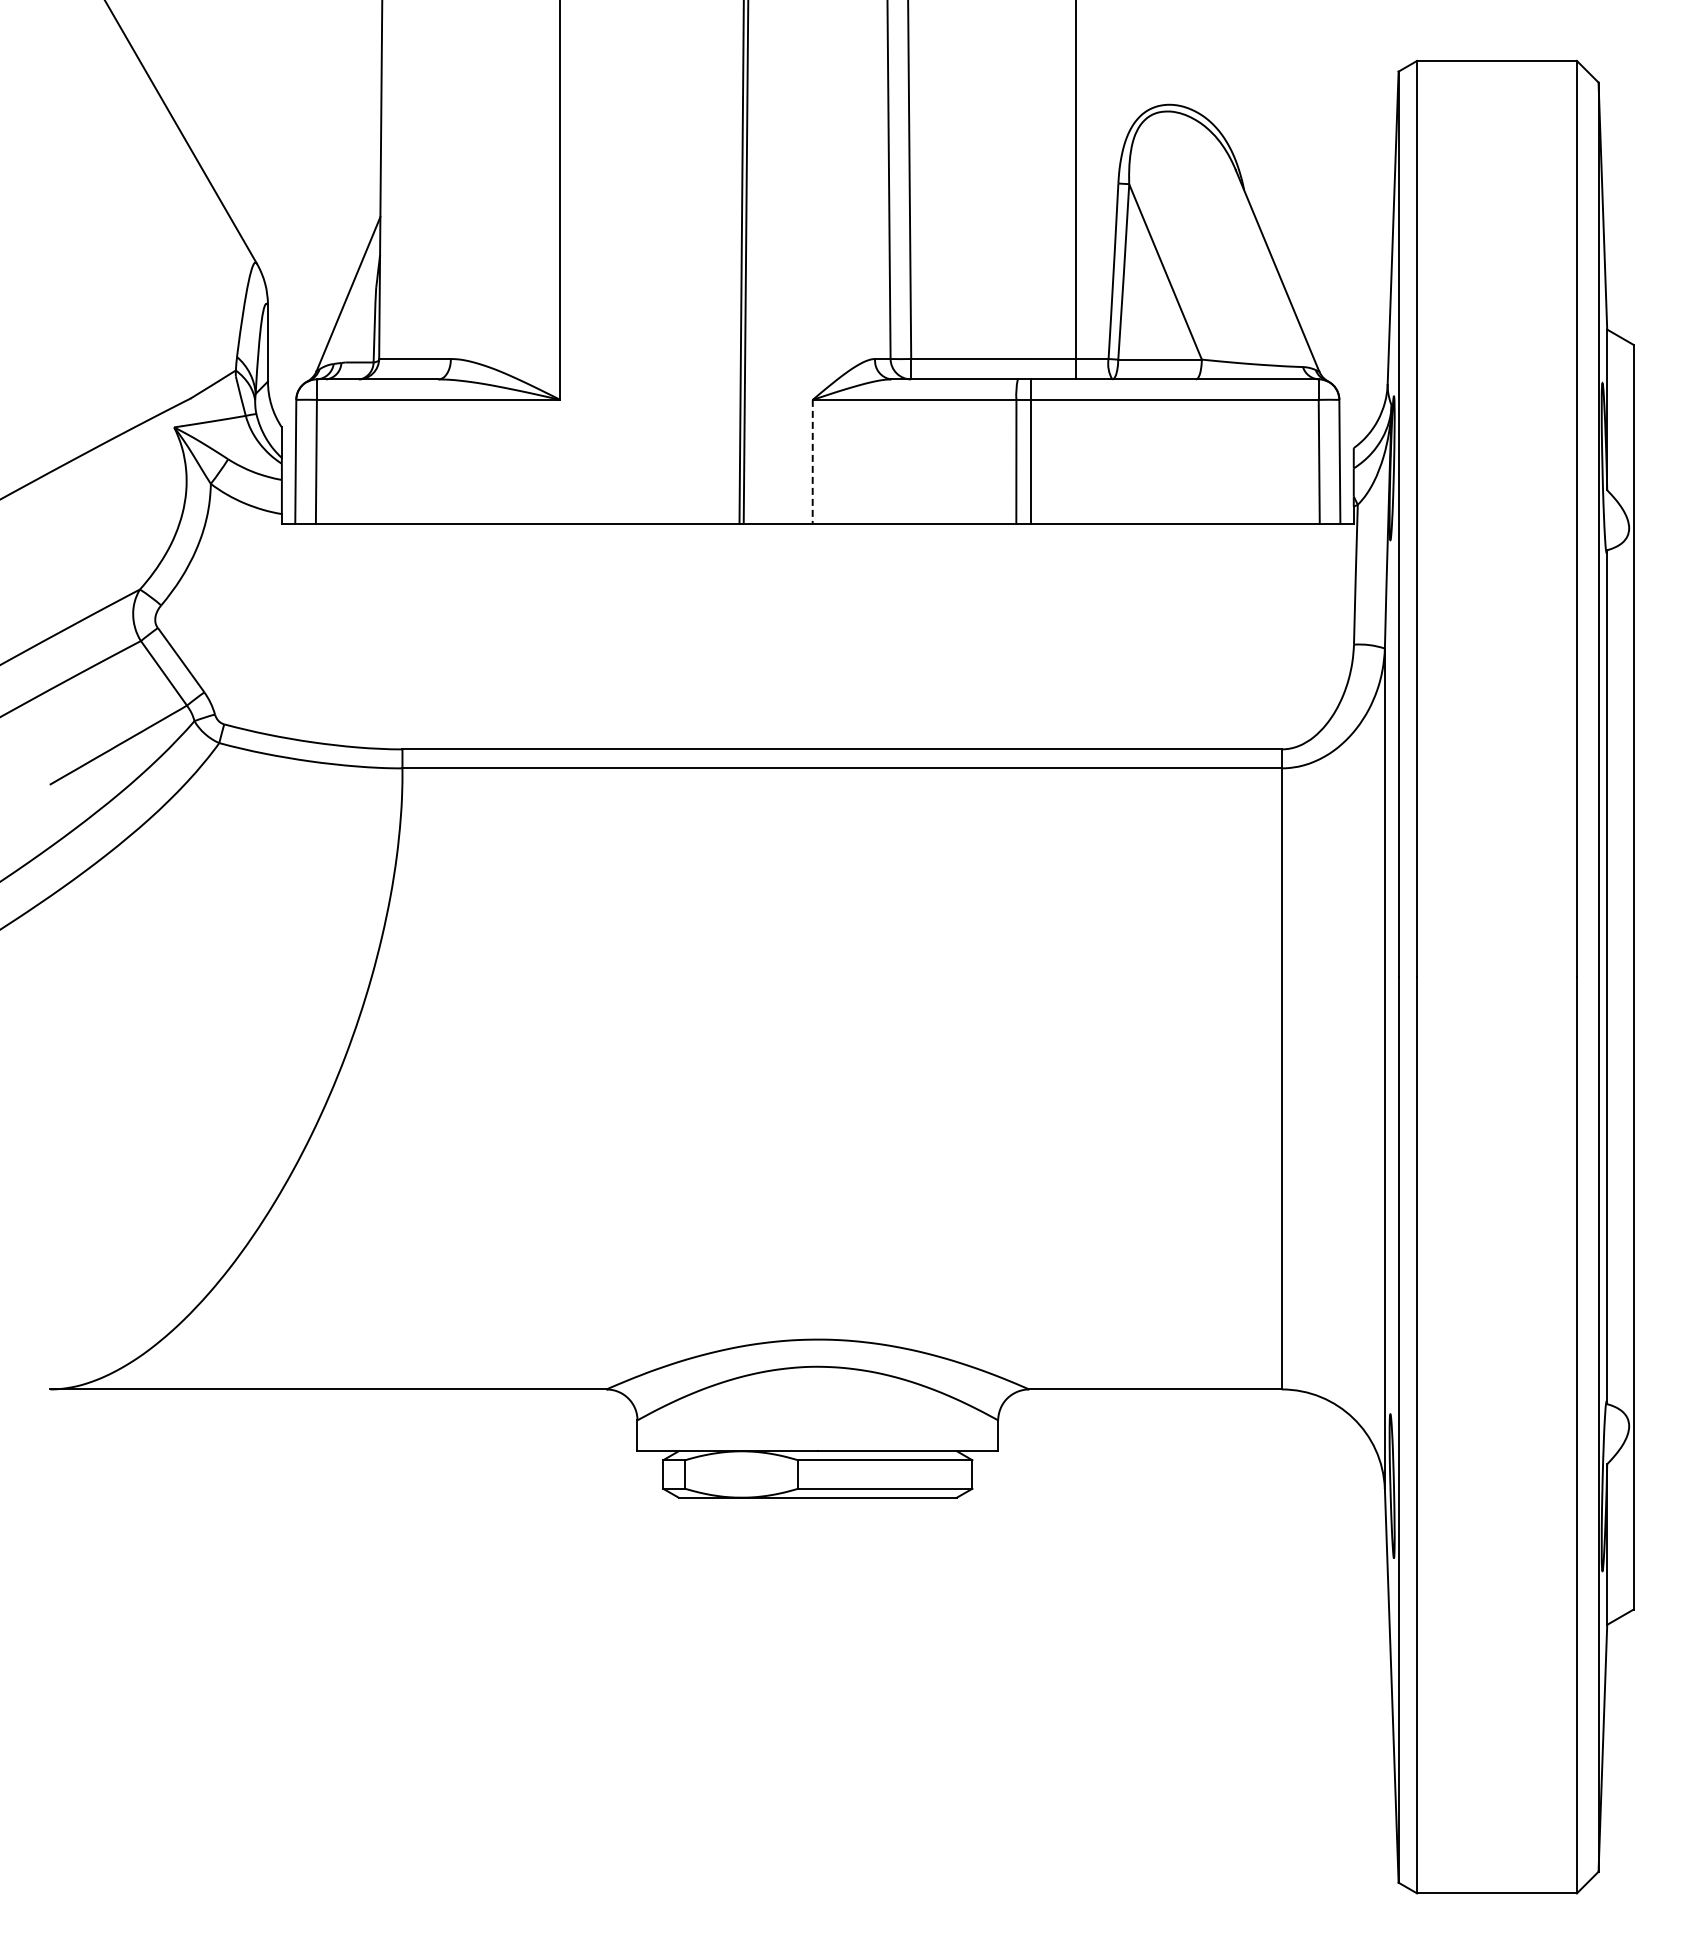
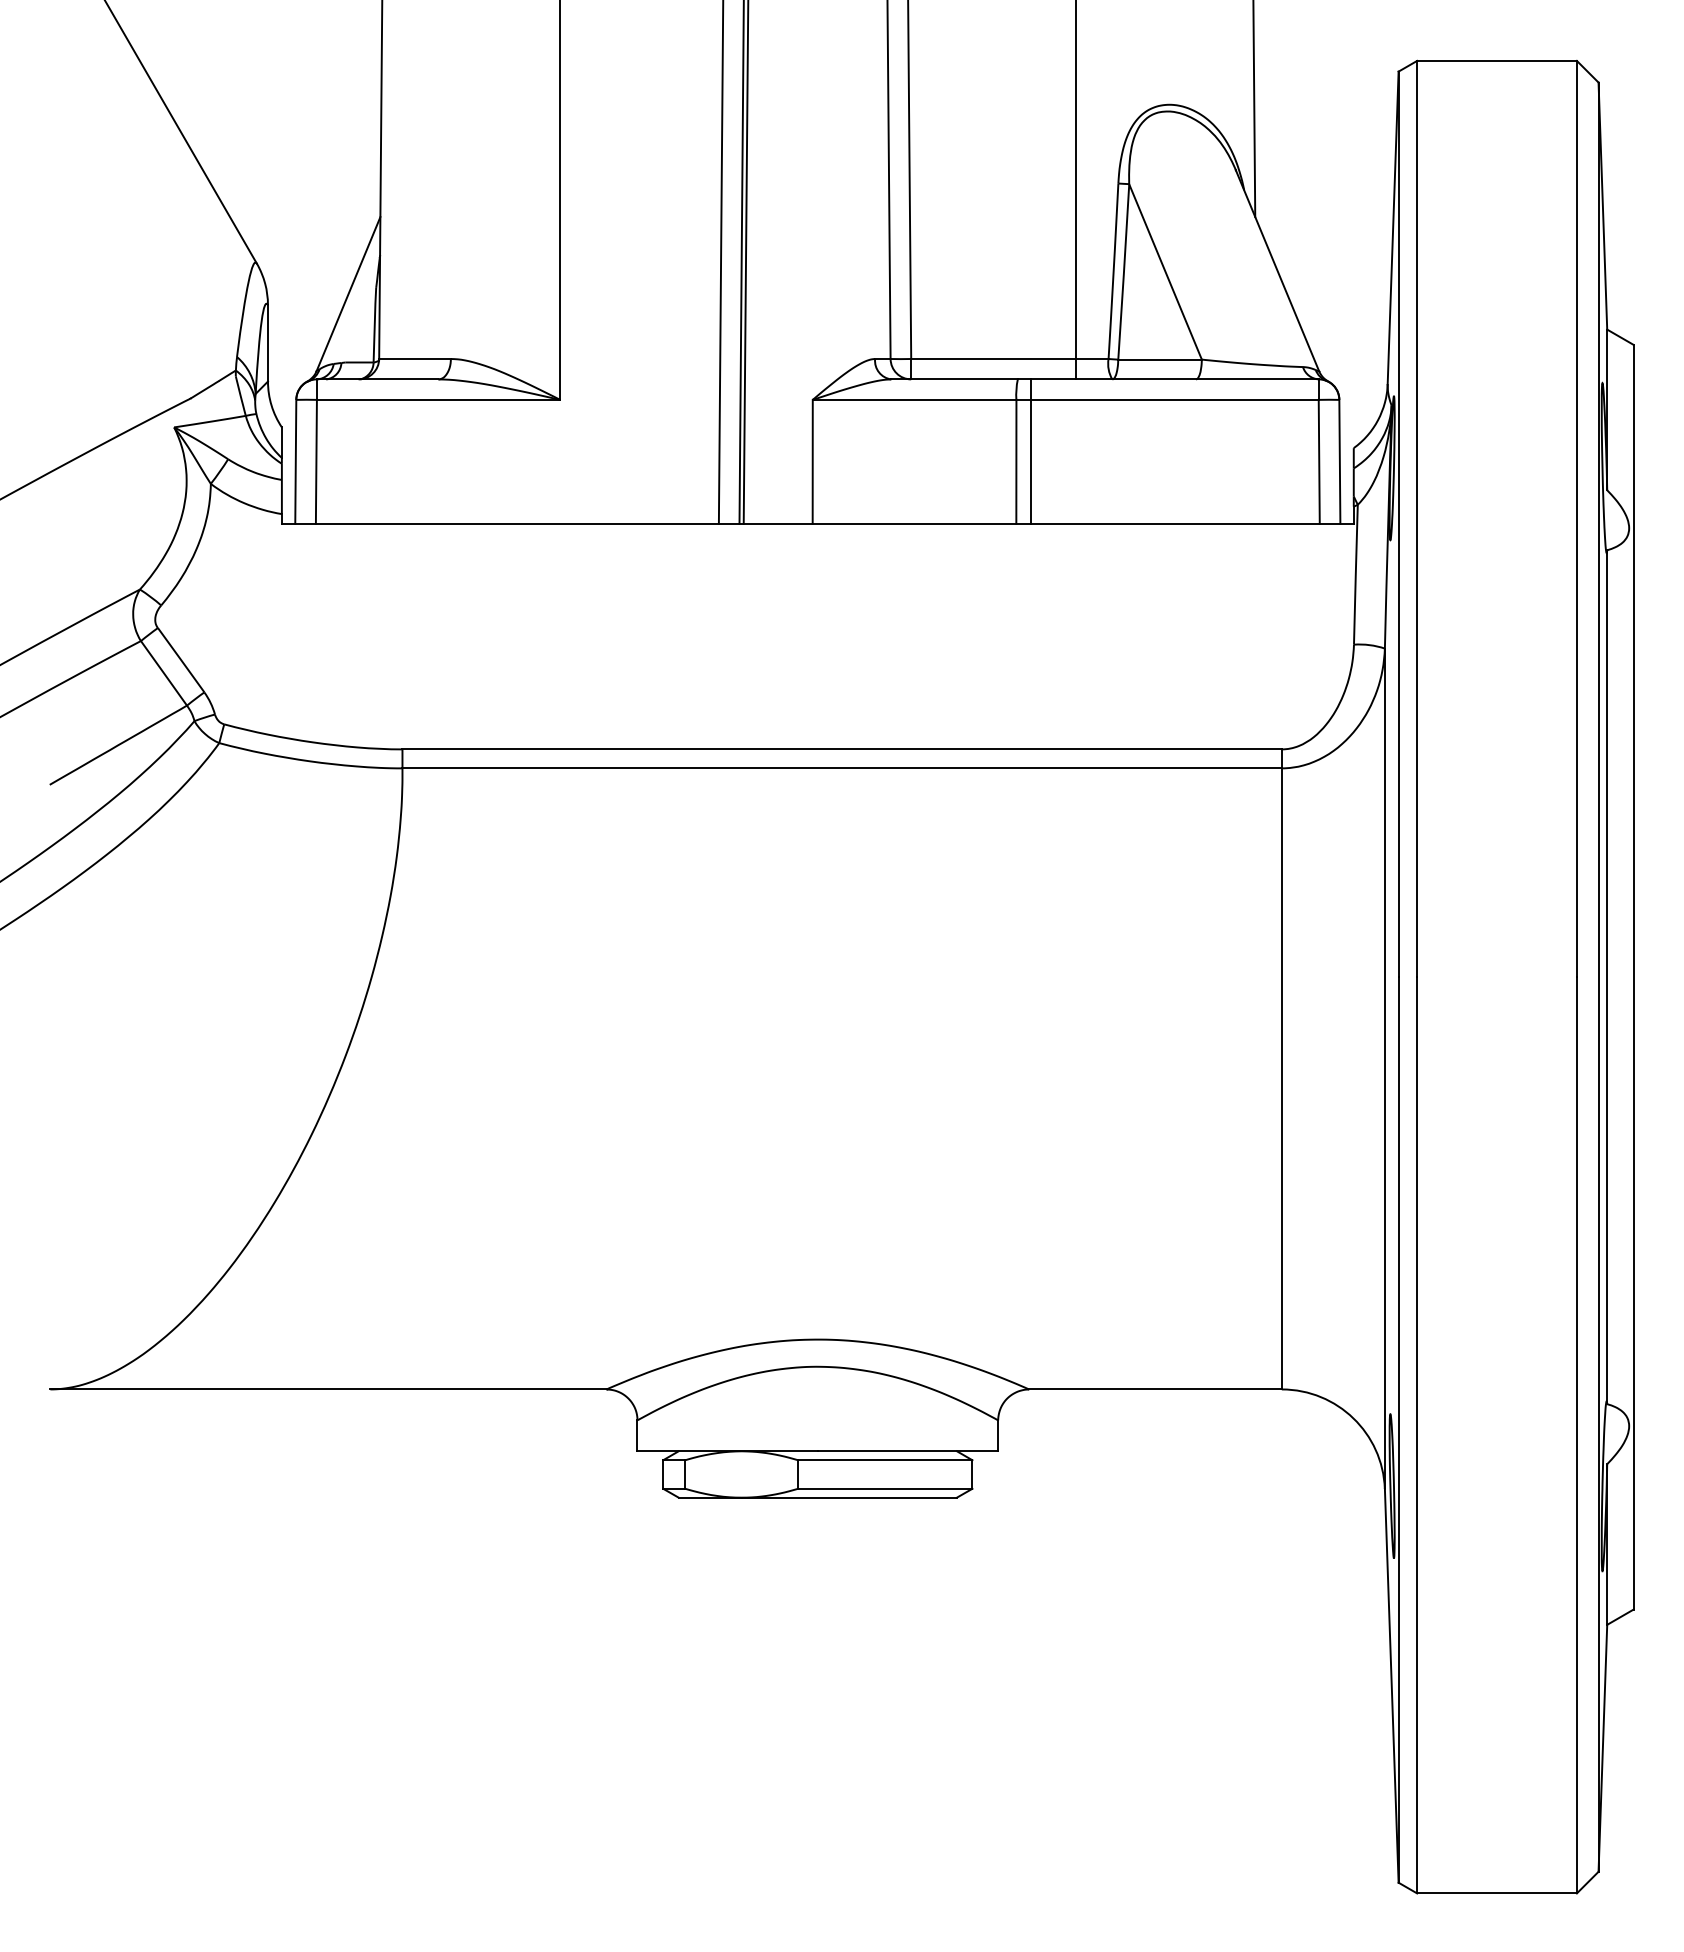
line at (1254, 109): none -> present
line at (720, 262): none -> present
line at (812, 461): dashed -> solid
